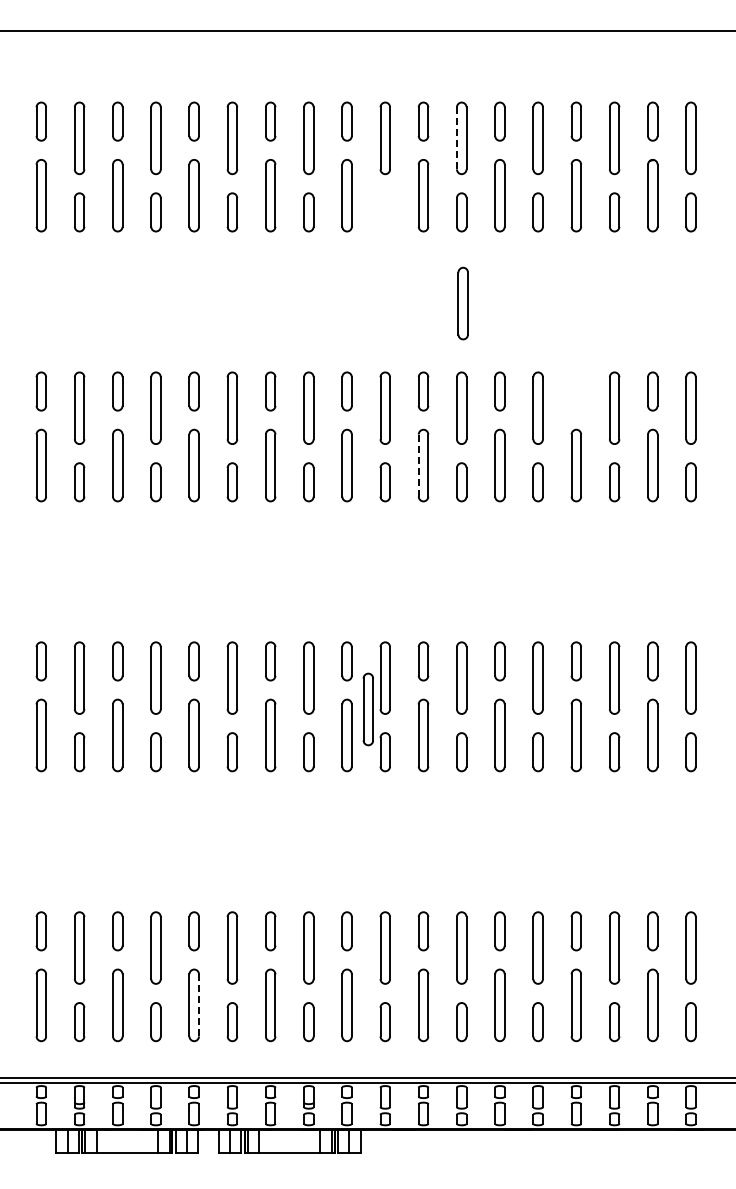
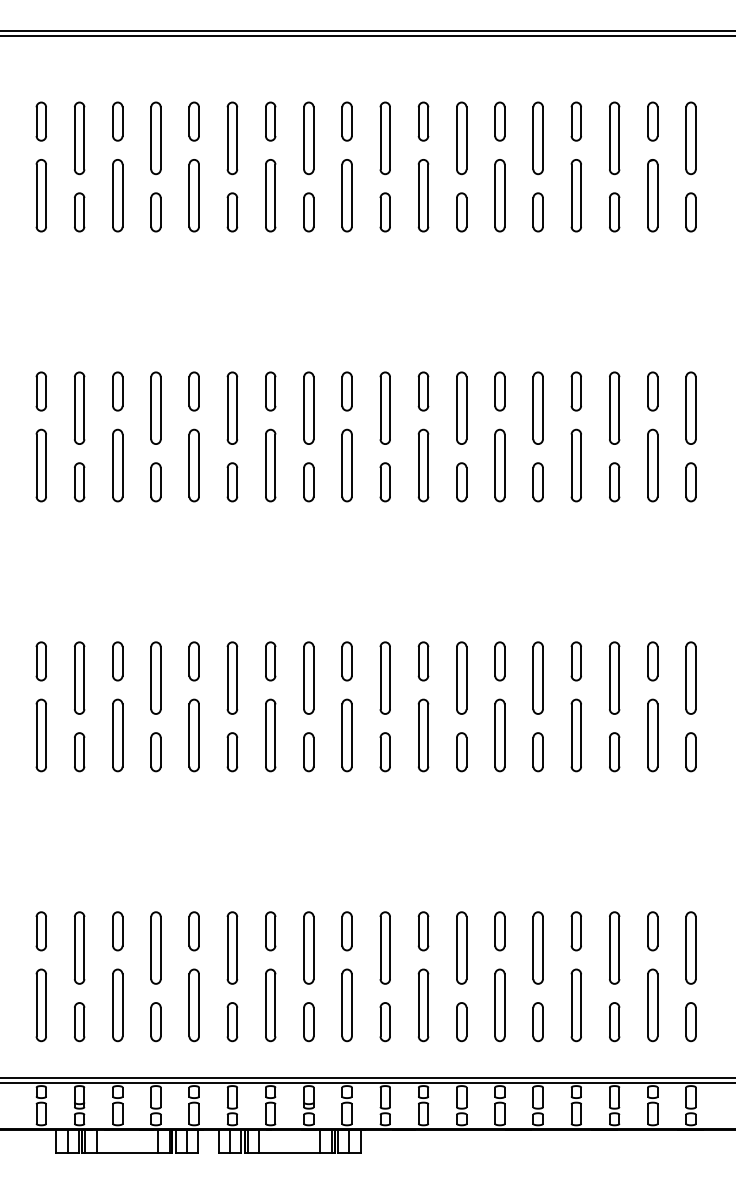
line at (367, 35): none -> present
line at (456, 138): dashed -> solid
part at (384, 212): none -> present
part at (462, 303): present -> none
part at (575, 391): none -> present
line at (418, 466): dashed -> solid
part at (367, 709): present -> none
line at (199, 1004): dashed -> solid
